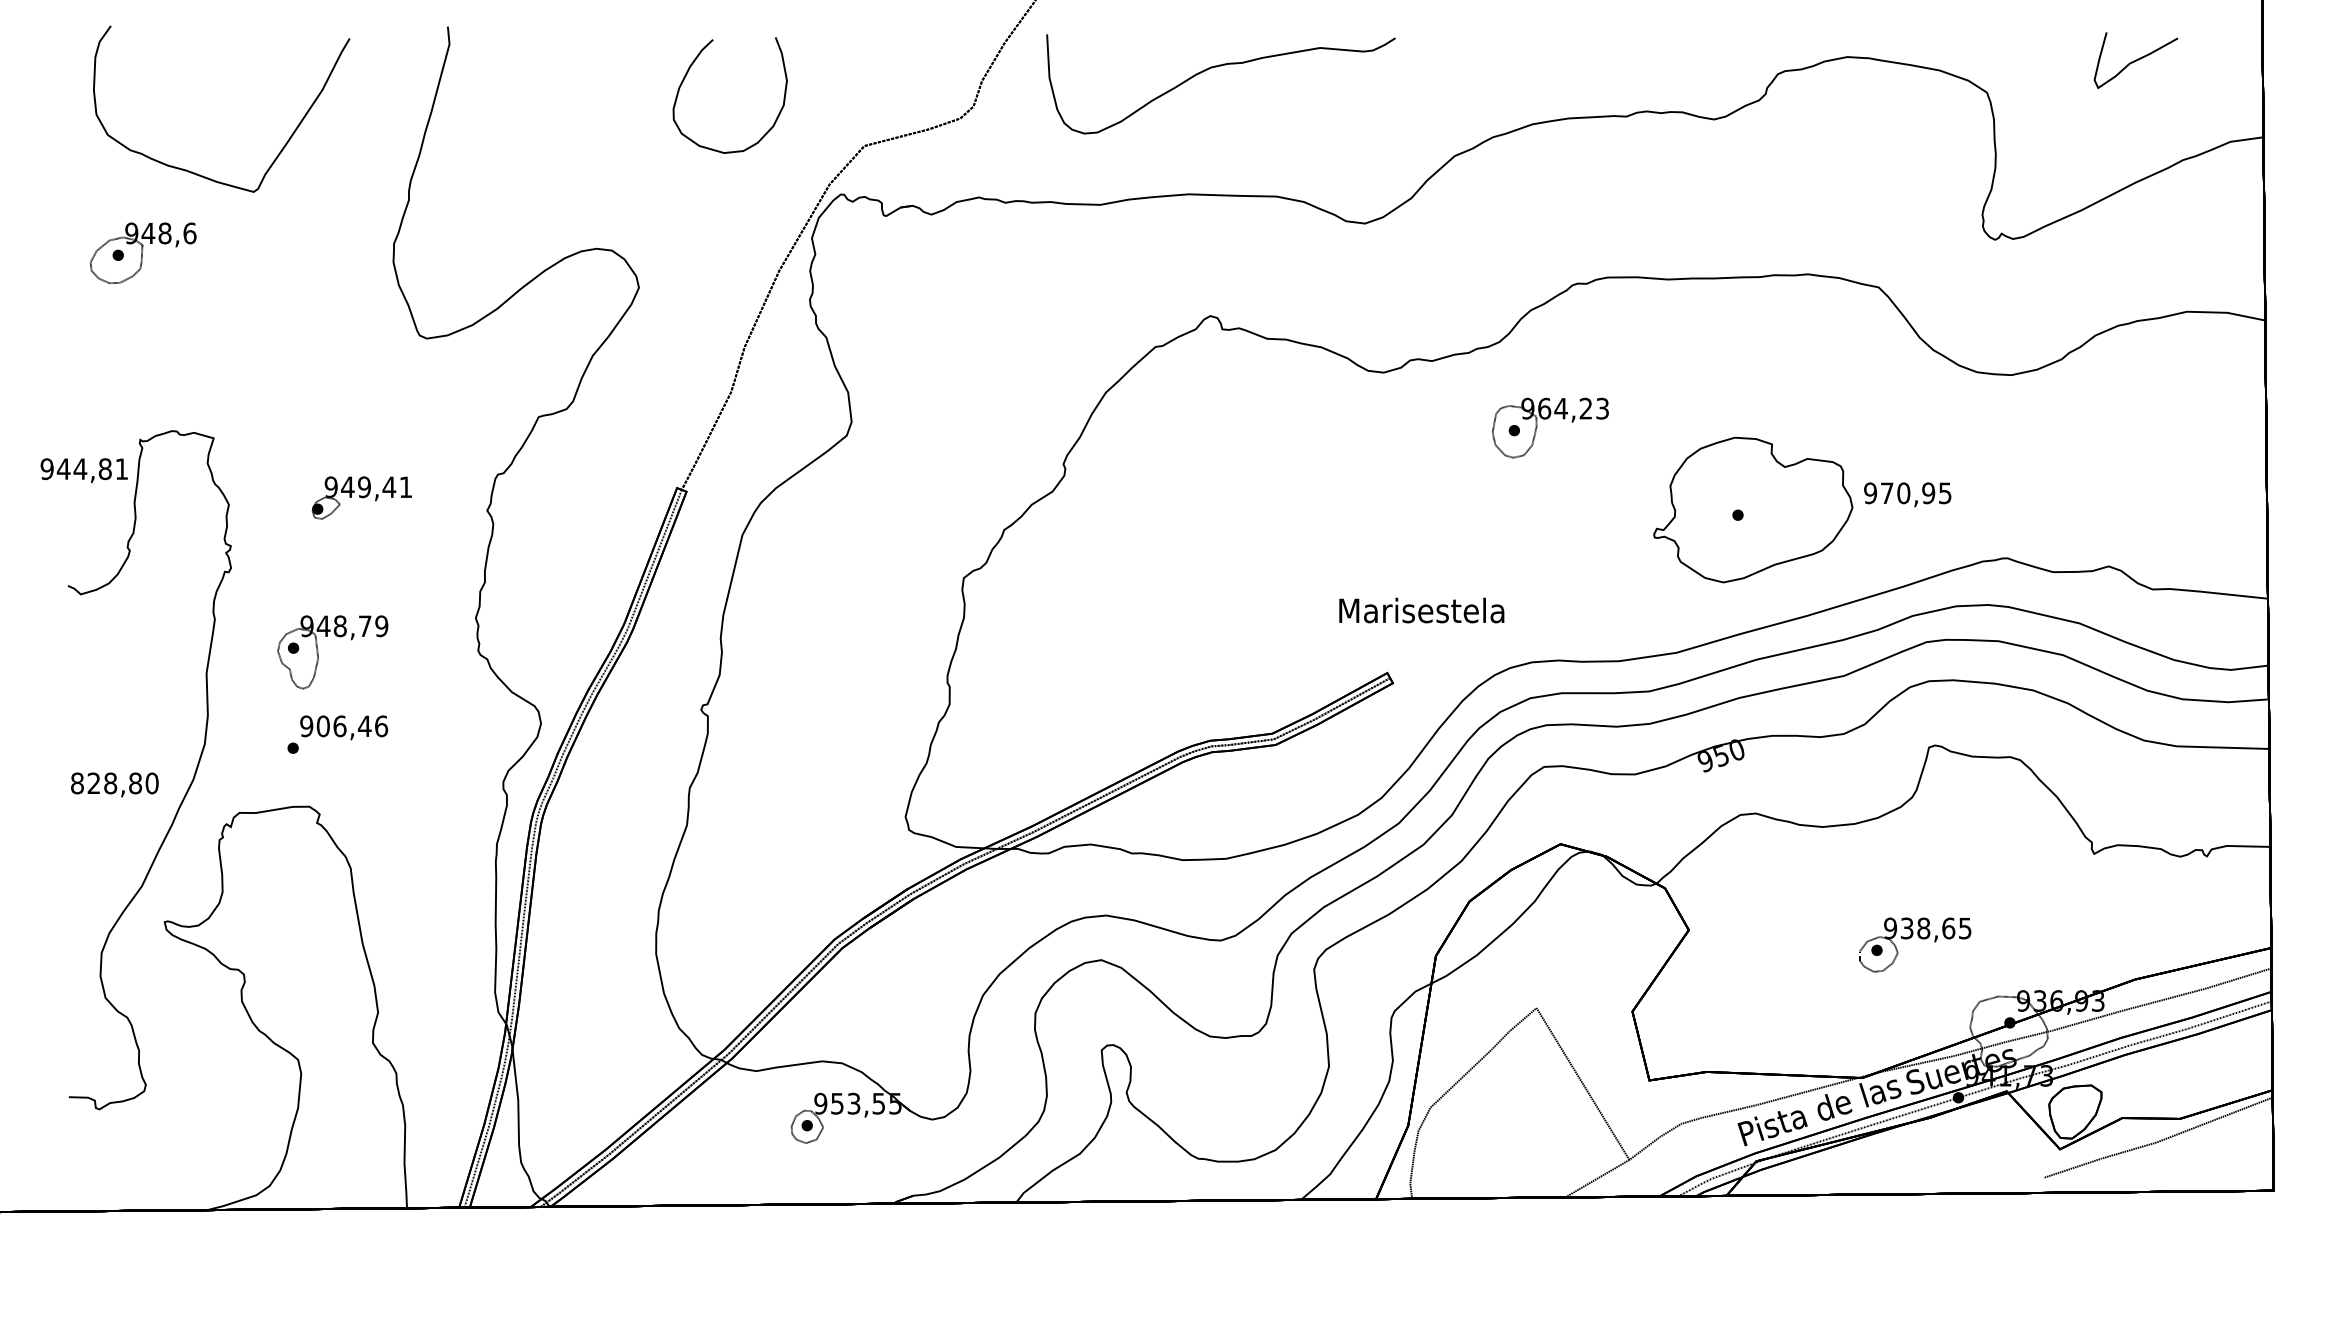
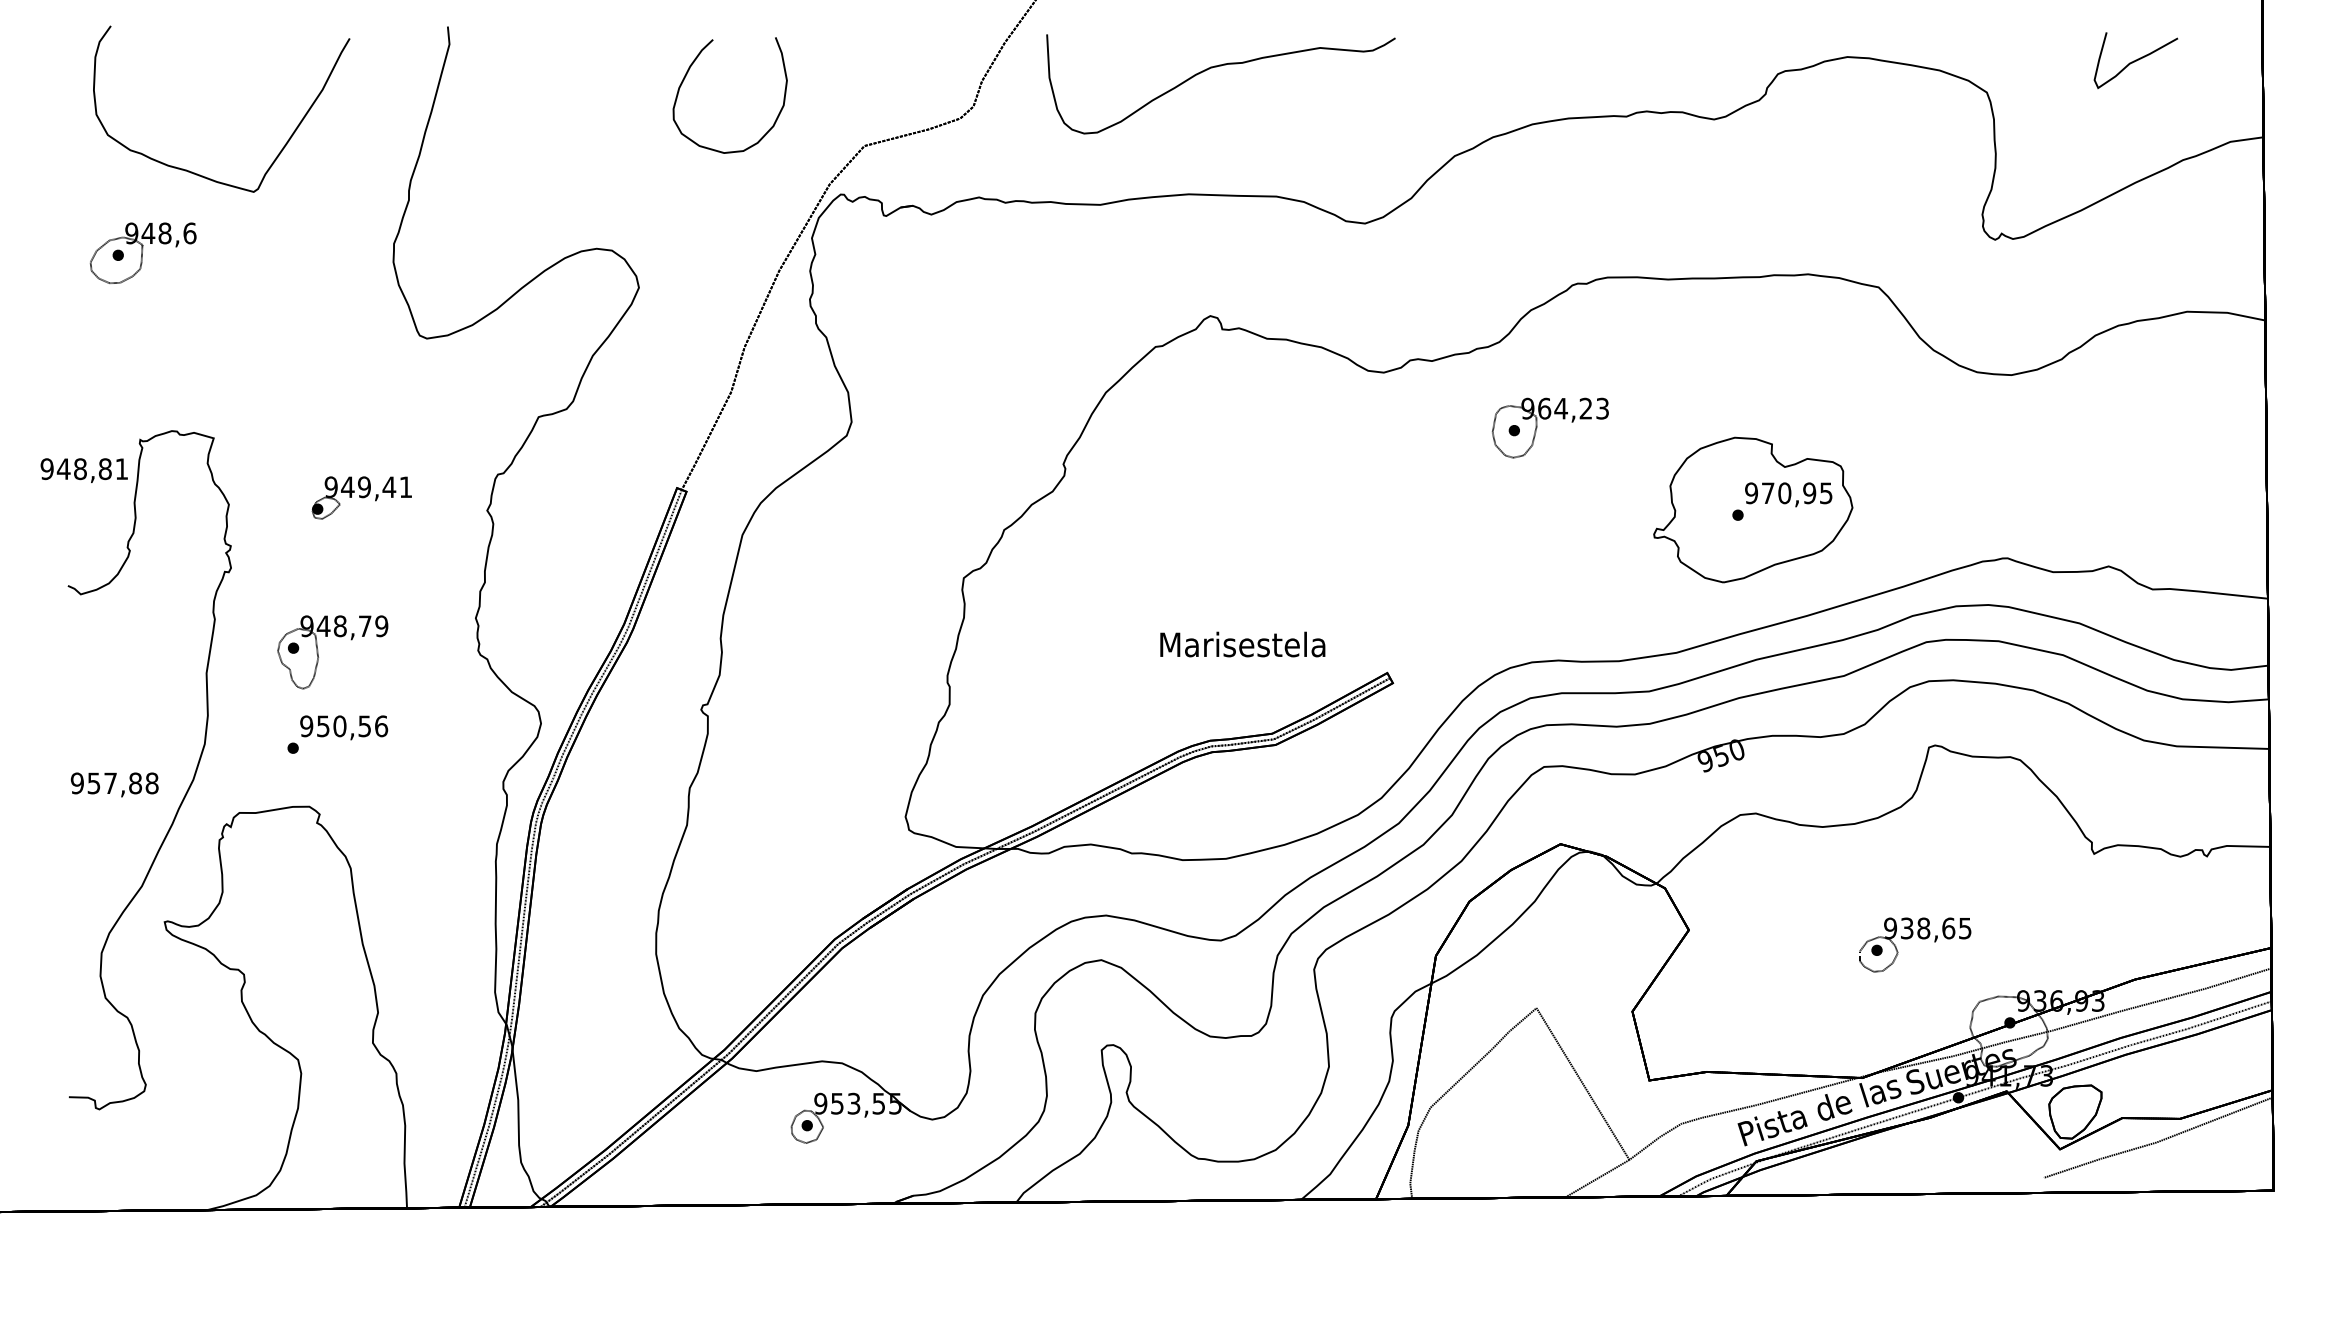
text at (80, 469): 944,81 -> 948,81
text at (1907, 494) position: (1907, 494) -> (1788, 494)
text at (1421, 610) position: (1421, 610) -> (1242, 644)
text at (343, 726): 906,46 -> 950,56
text at (114, 783): 828,80 -> 957,88
